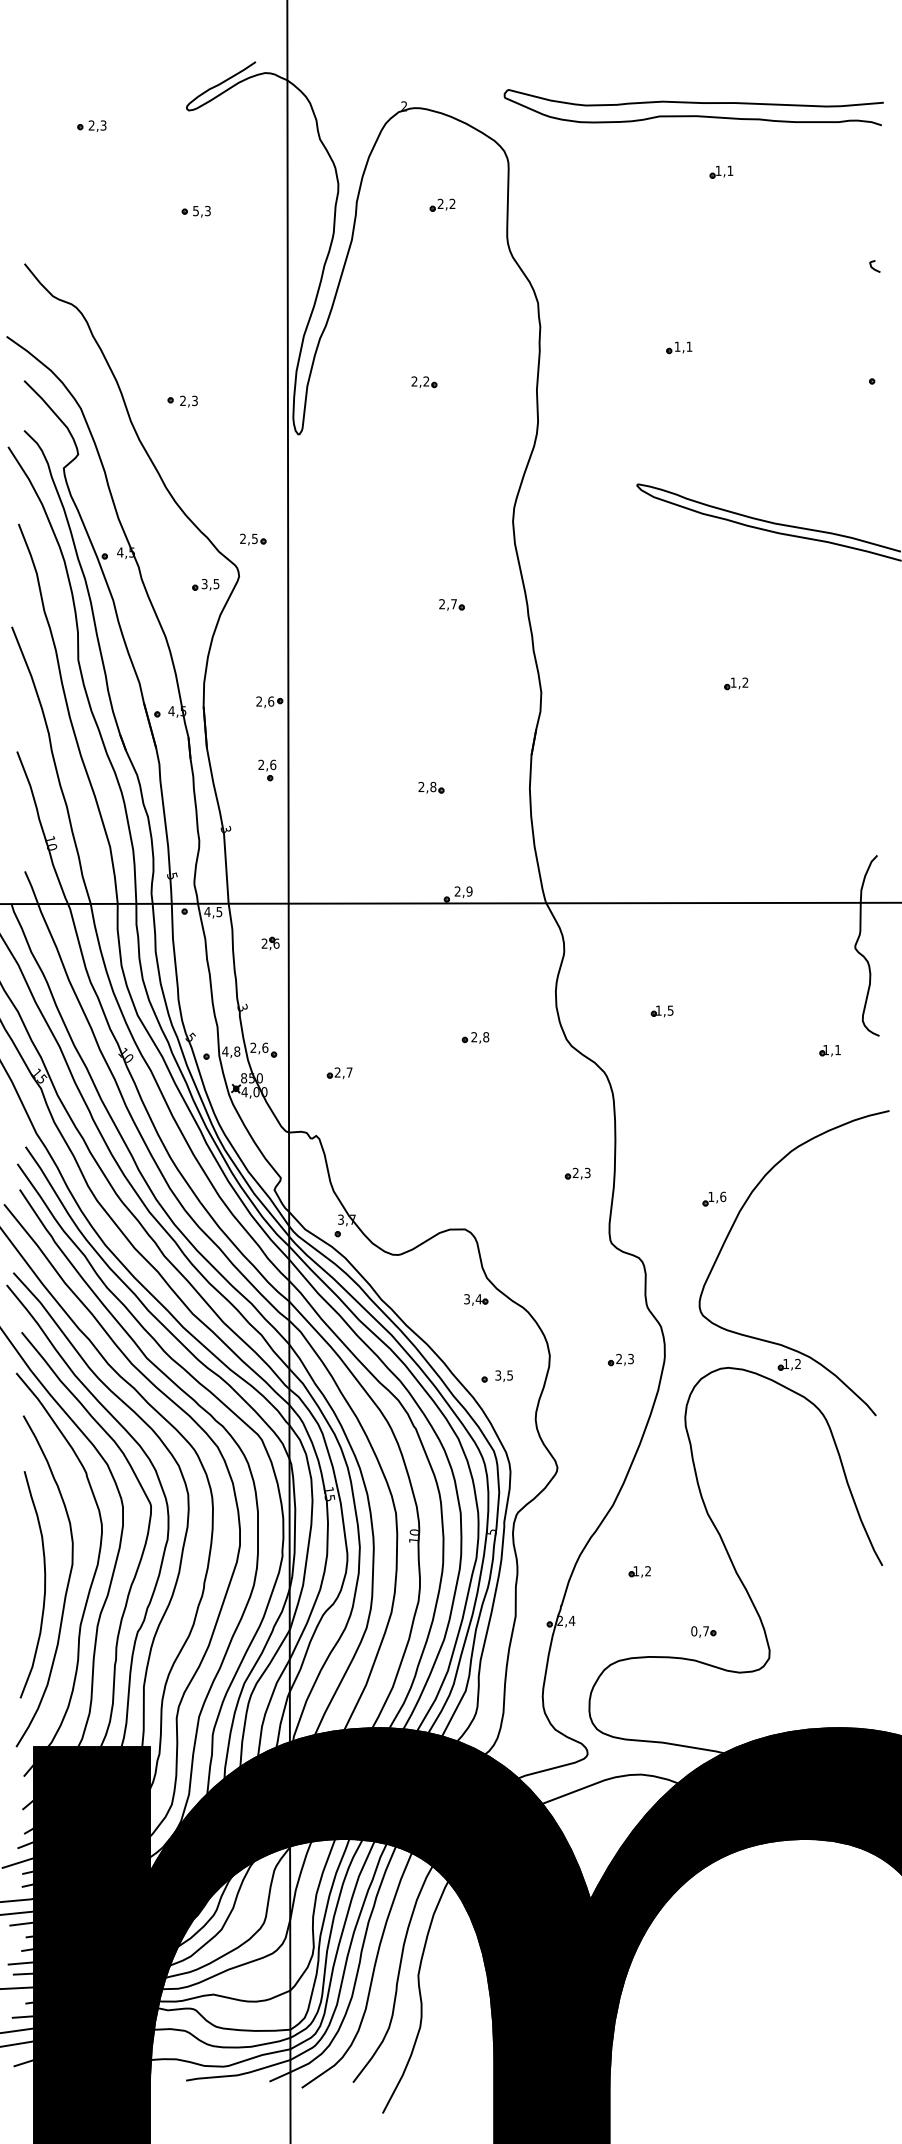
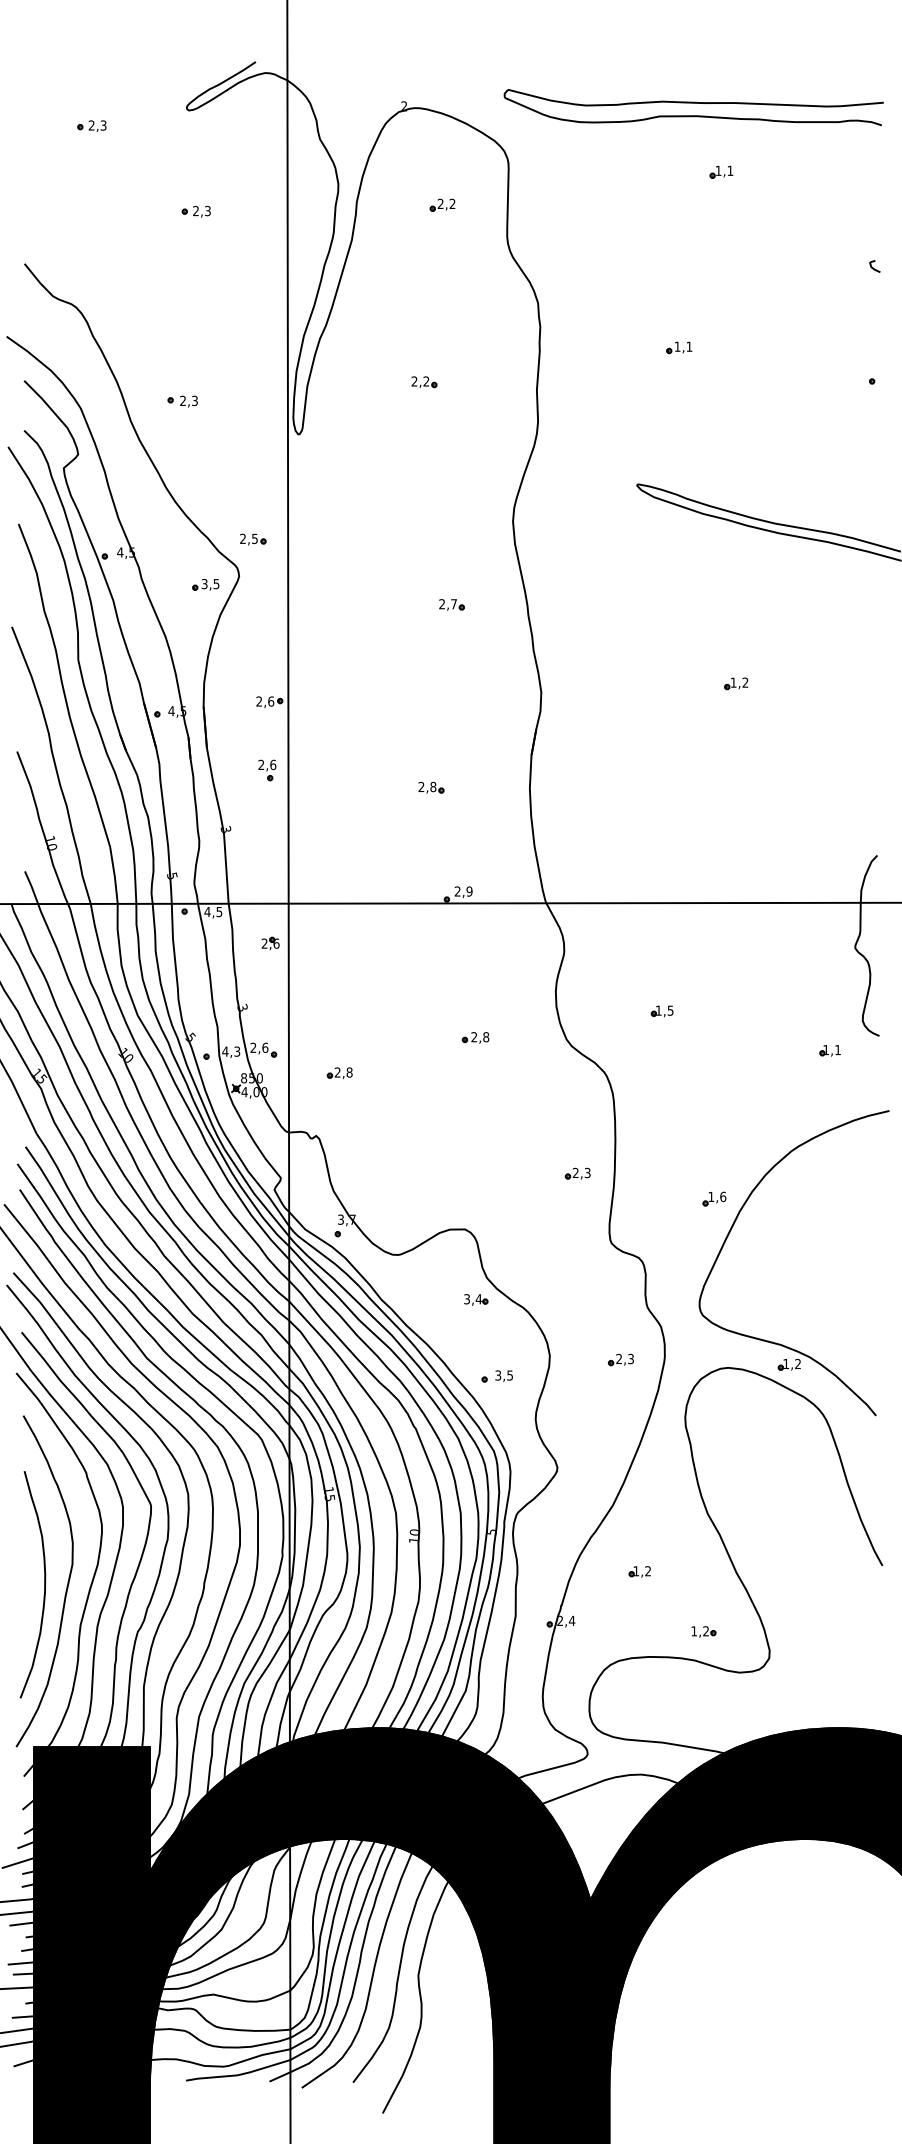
text at (195, 210): 5,3 -> 2,3
text at (237, 1051): 4,8 -> 4,3
text at (349, 1072): 2,7 -> 2,8
text at (699, 1631): 0,7 -> 1,2
